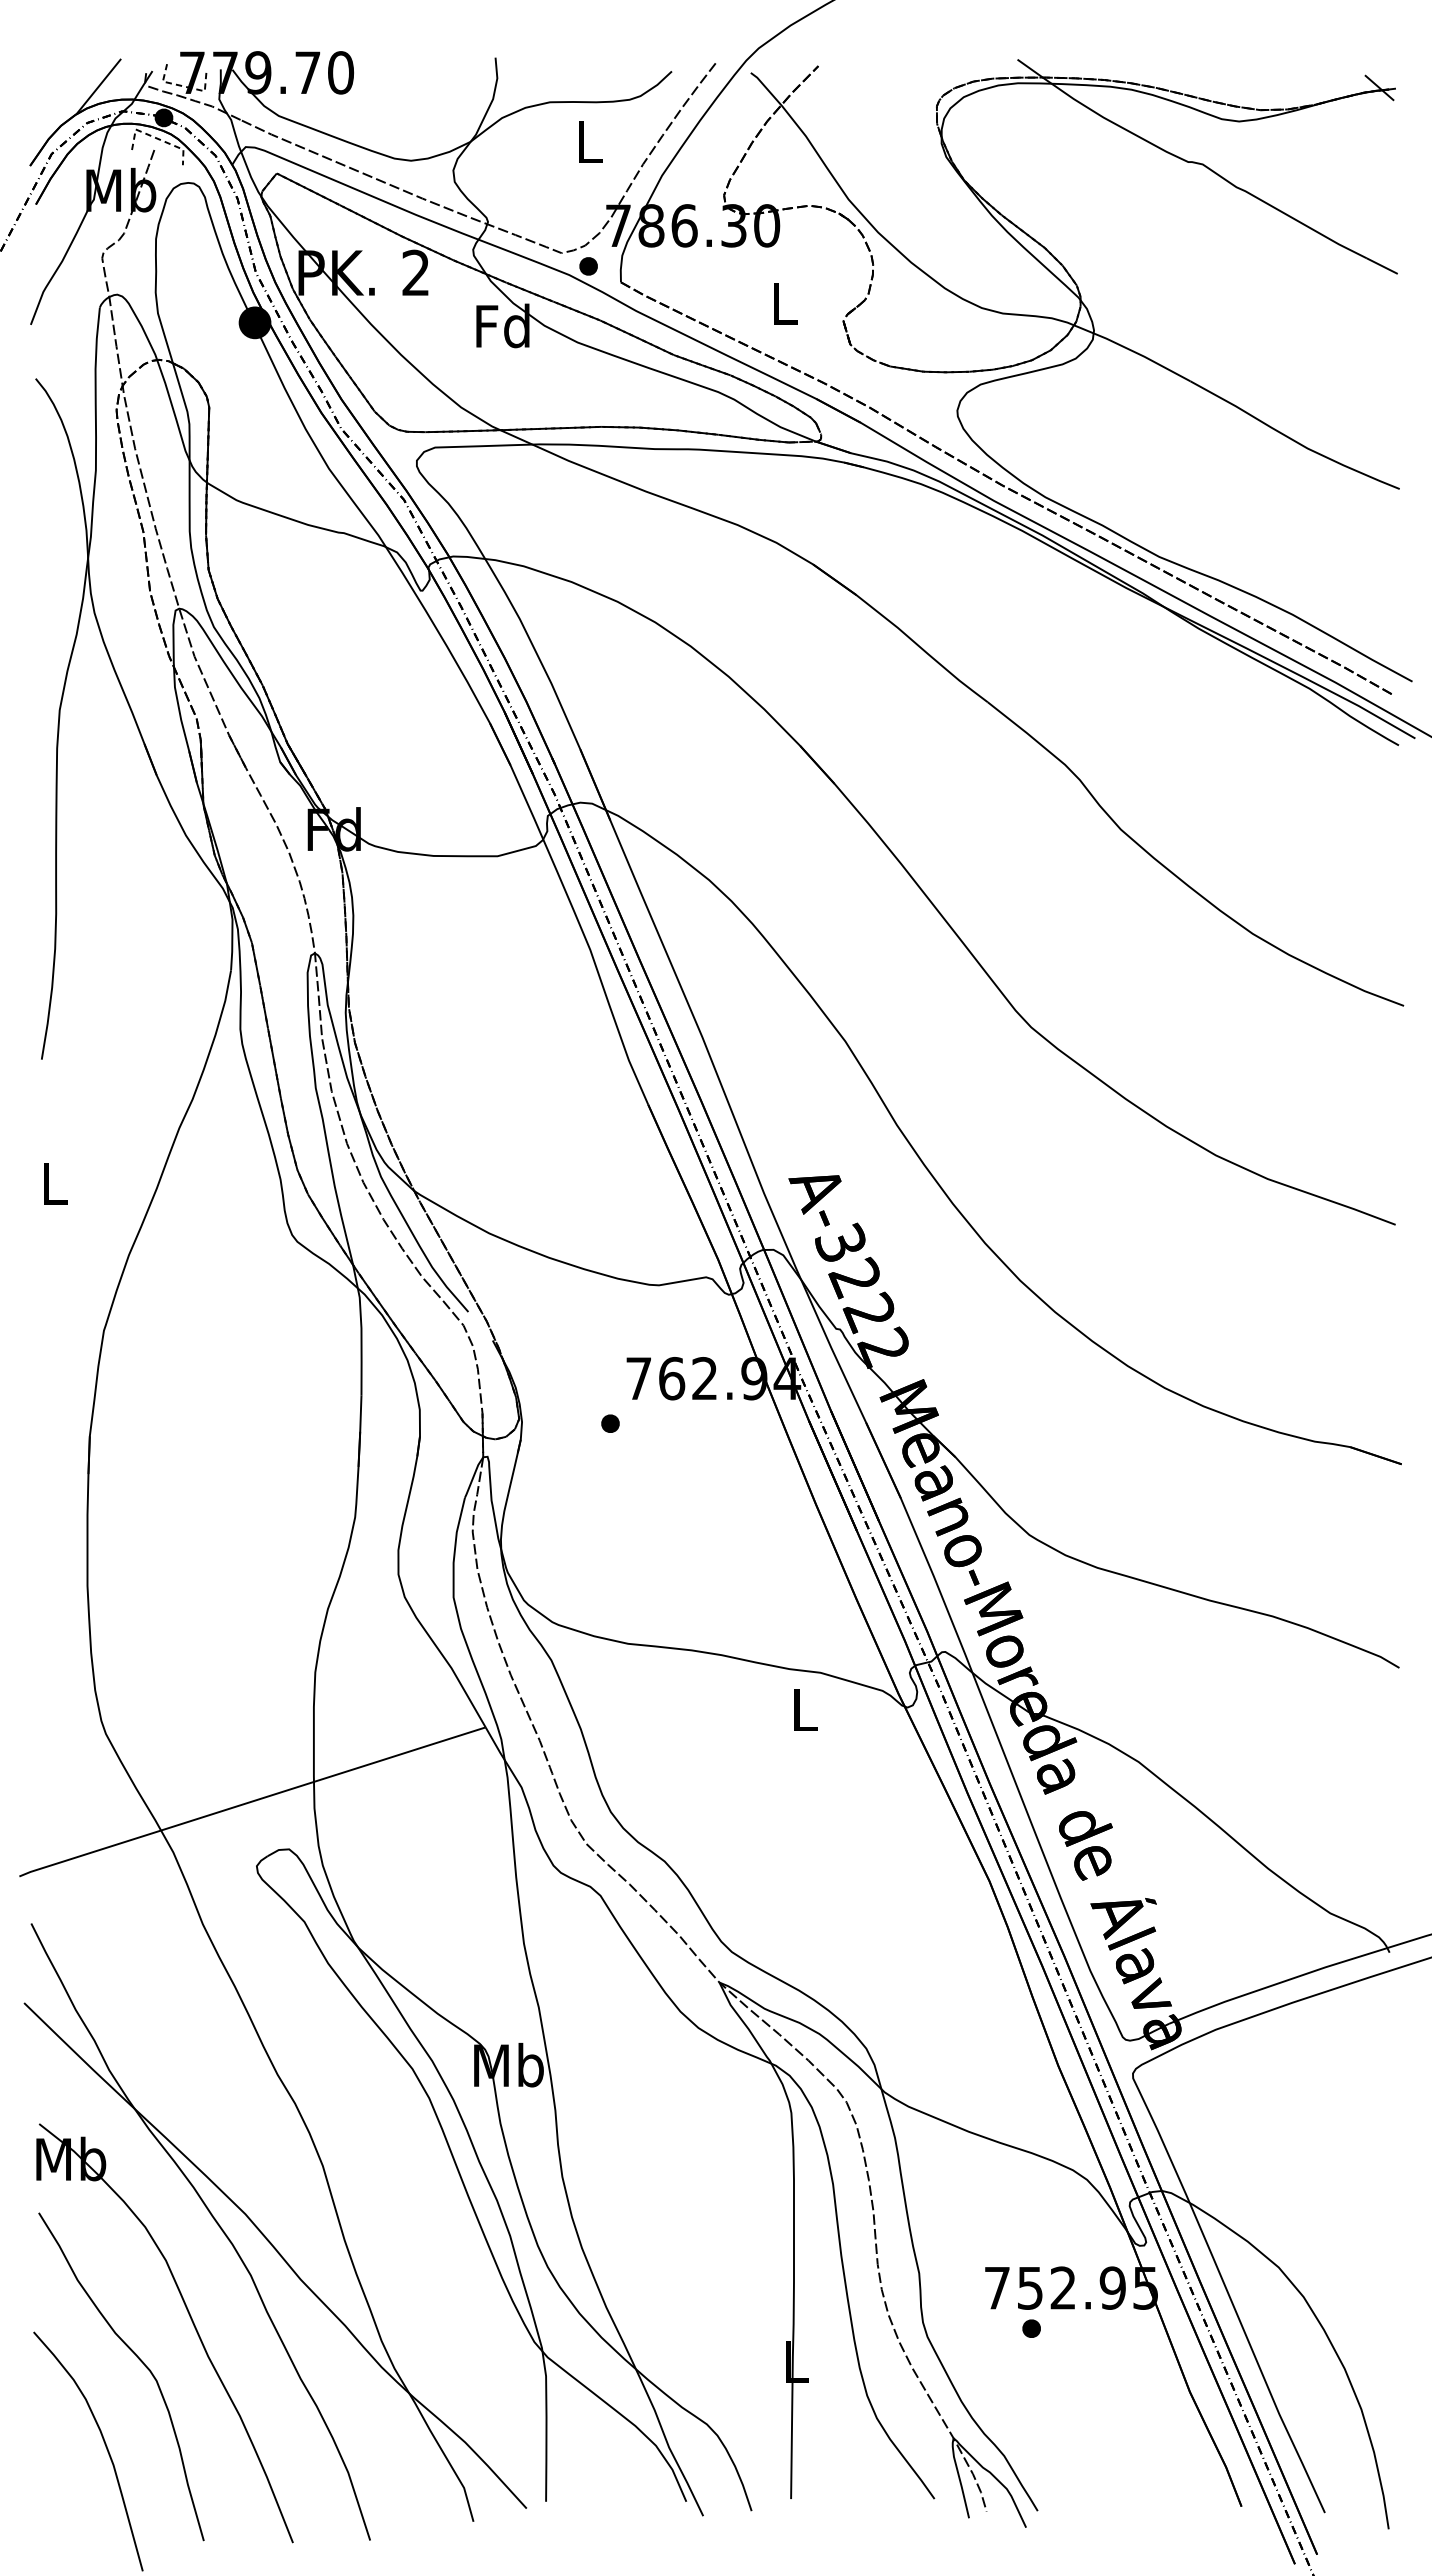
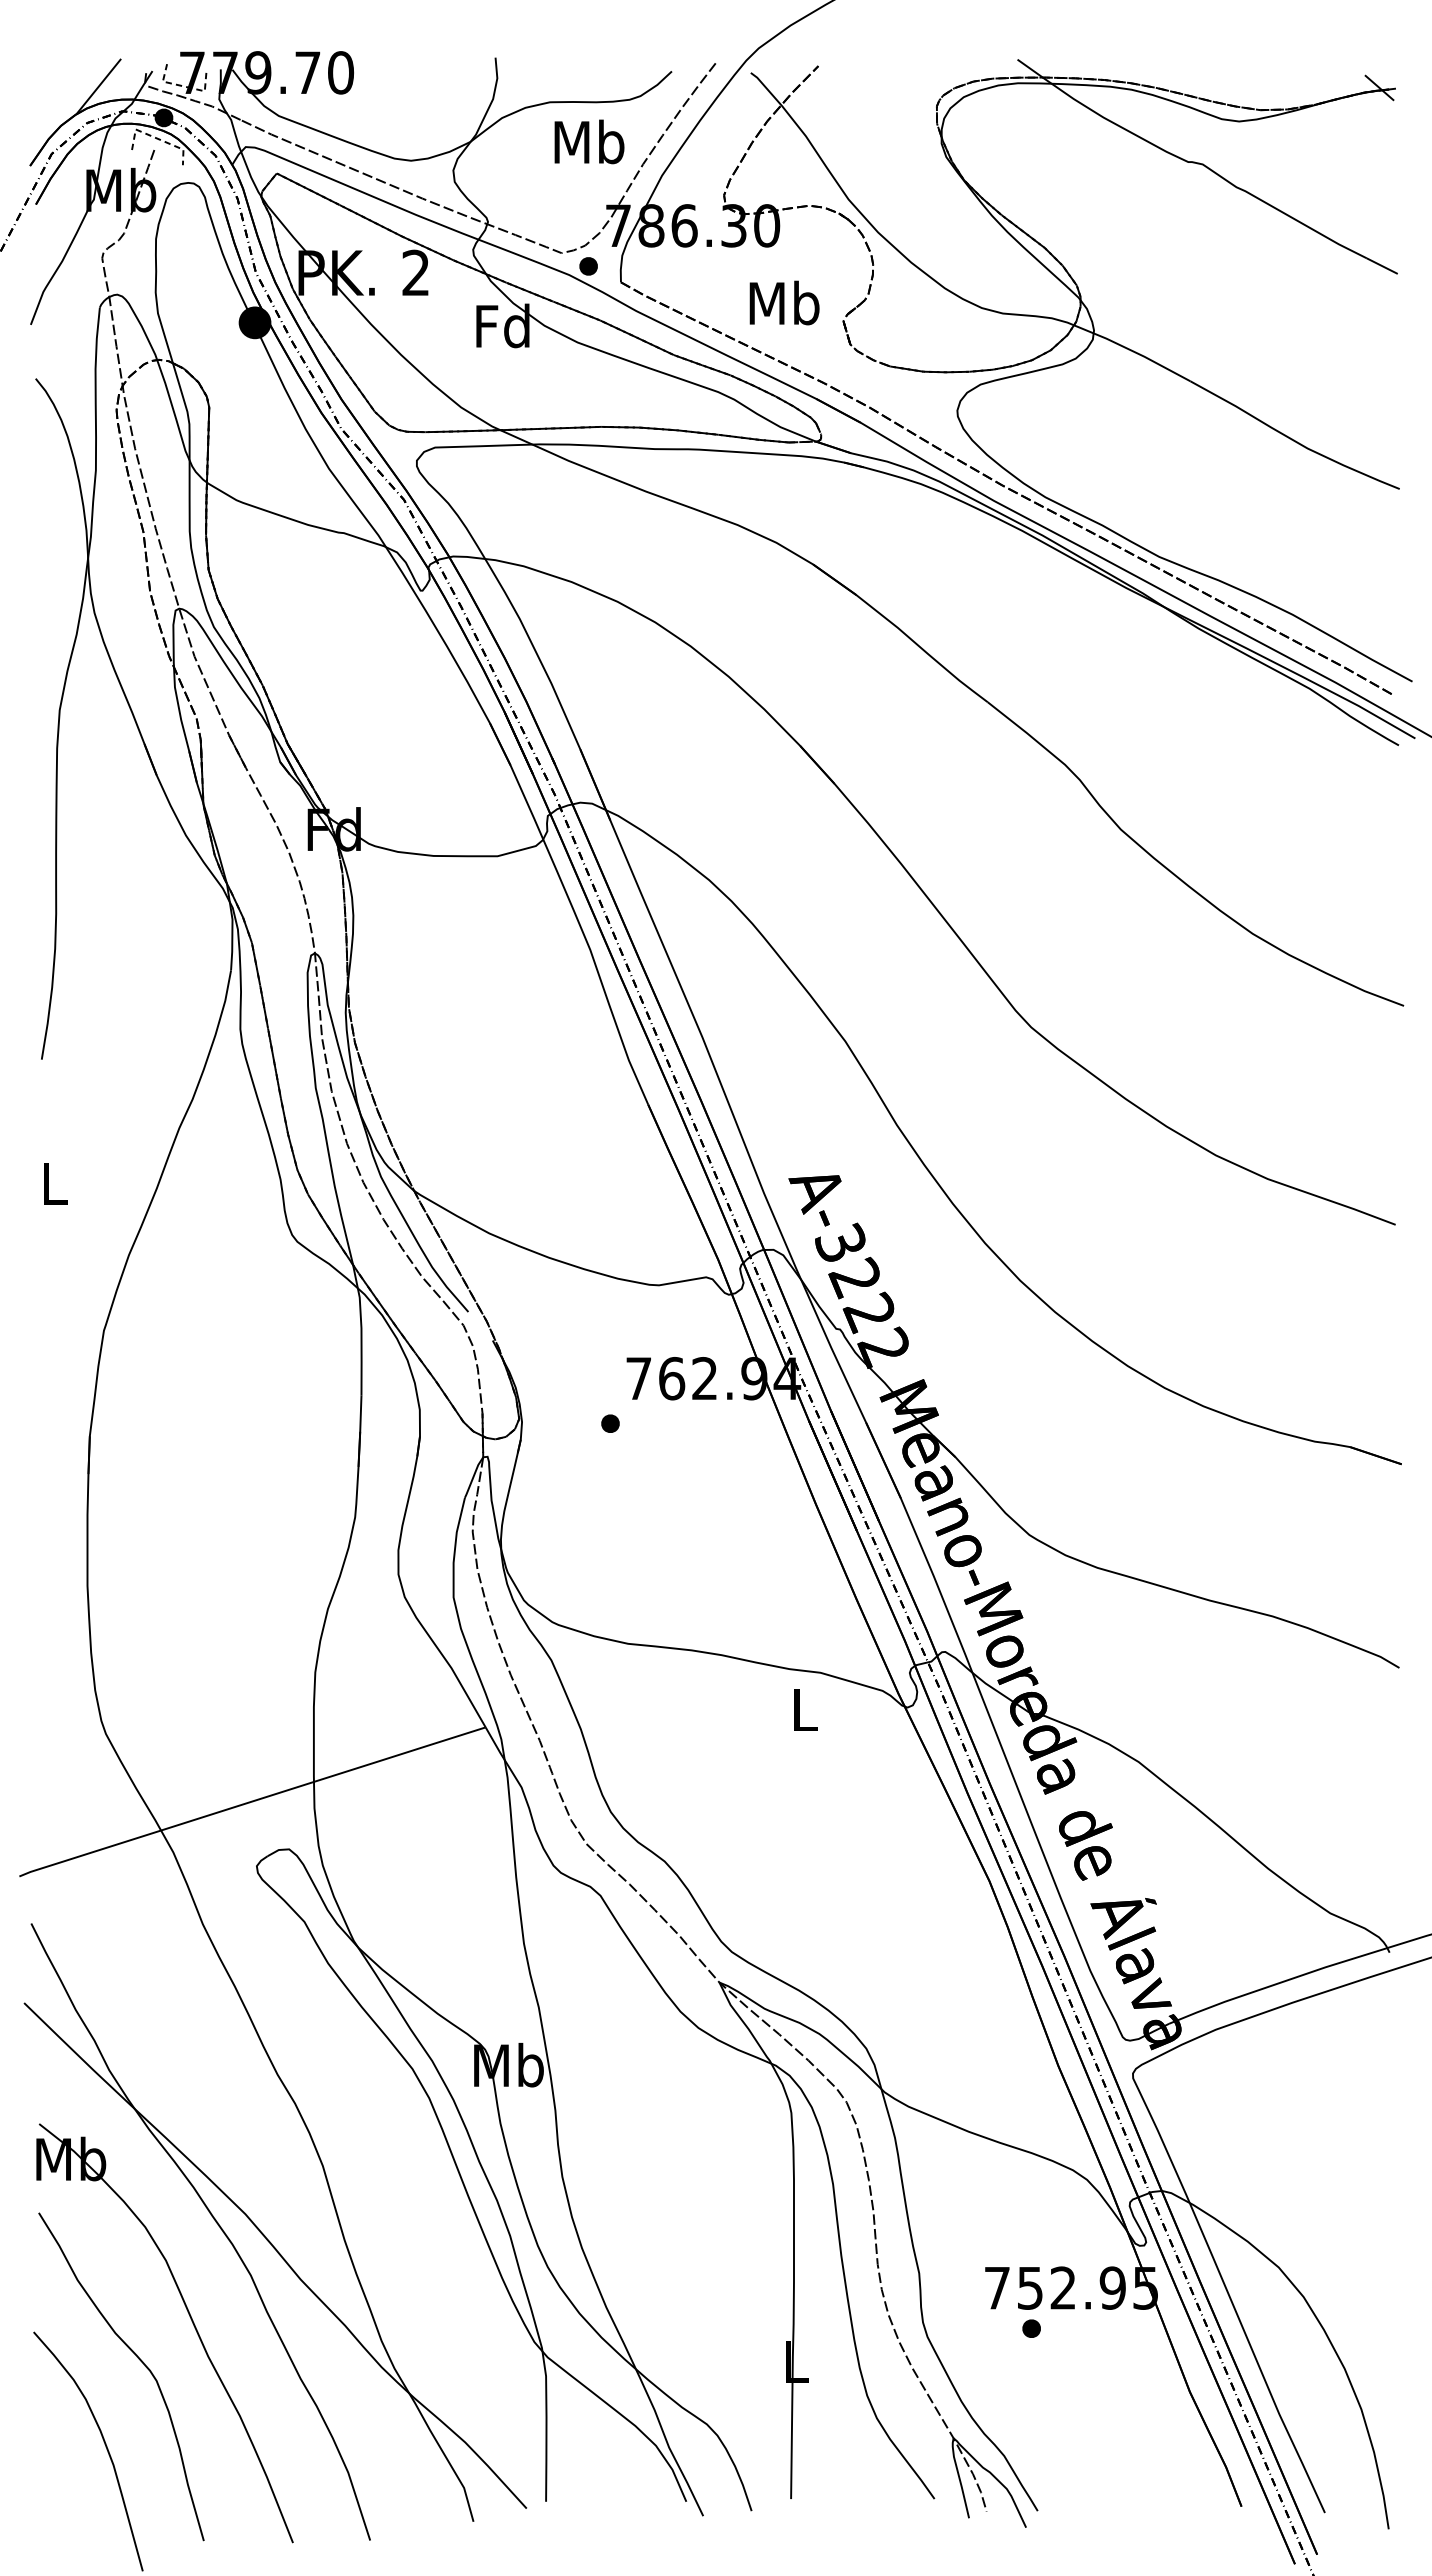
text at (589, 141): L -> Mb
text at (784, 302): L -> Mb
